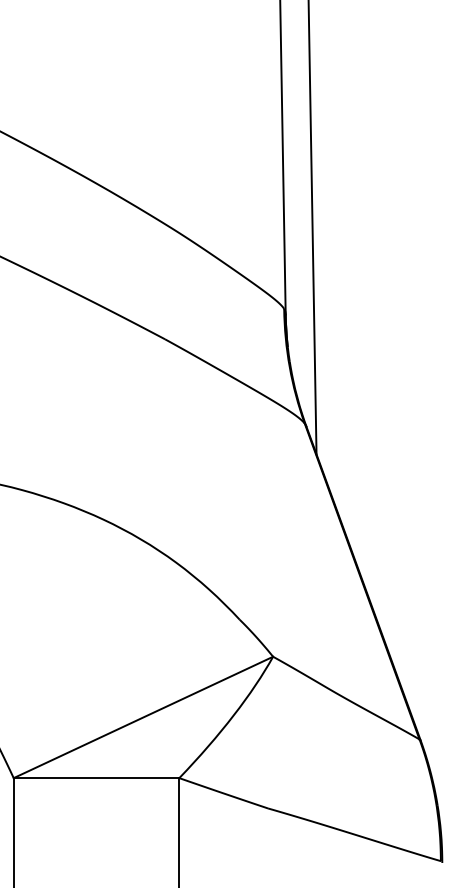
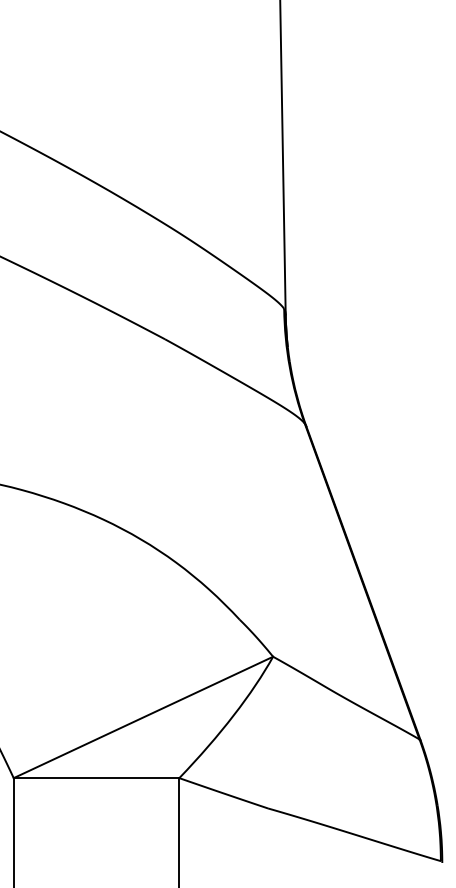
line at (312, 228): present -> none
